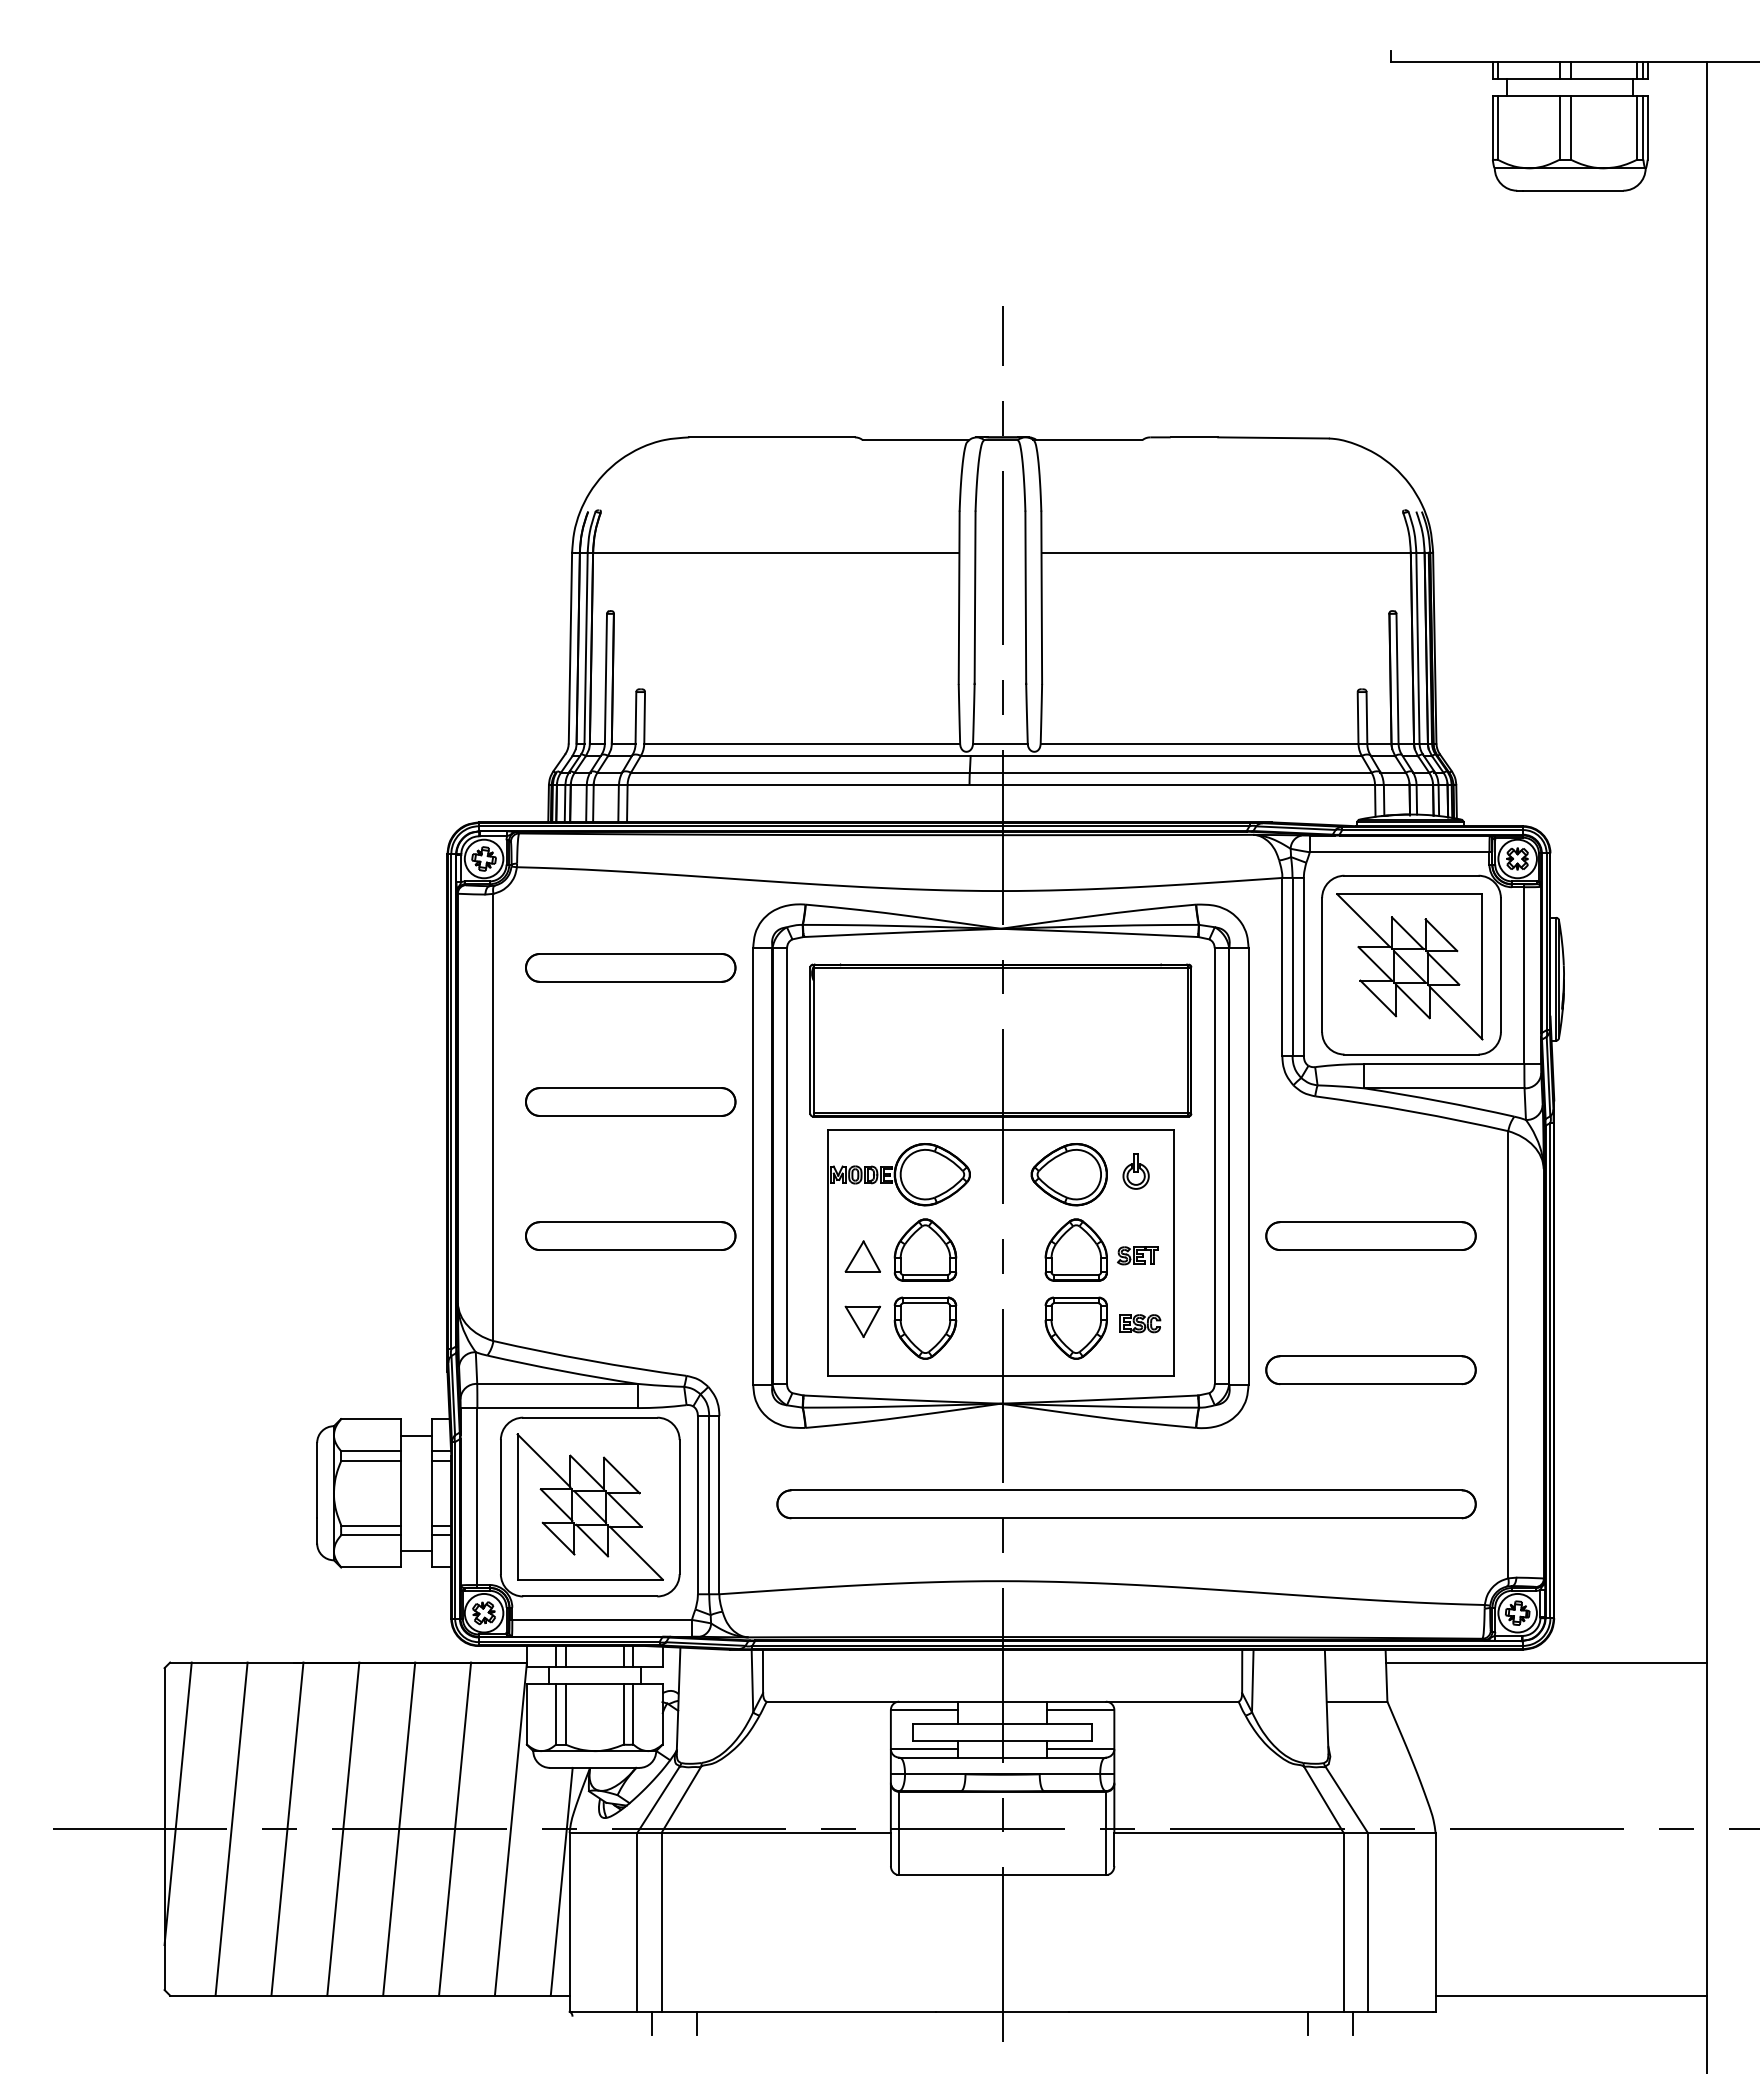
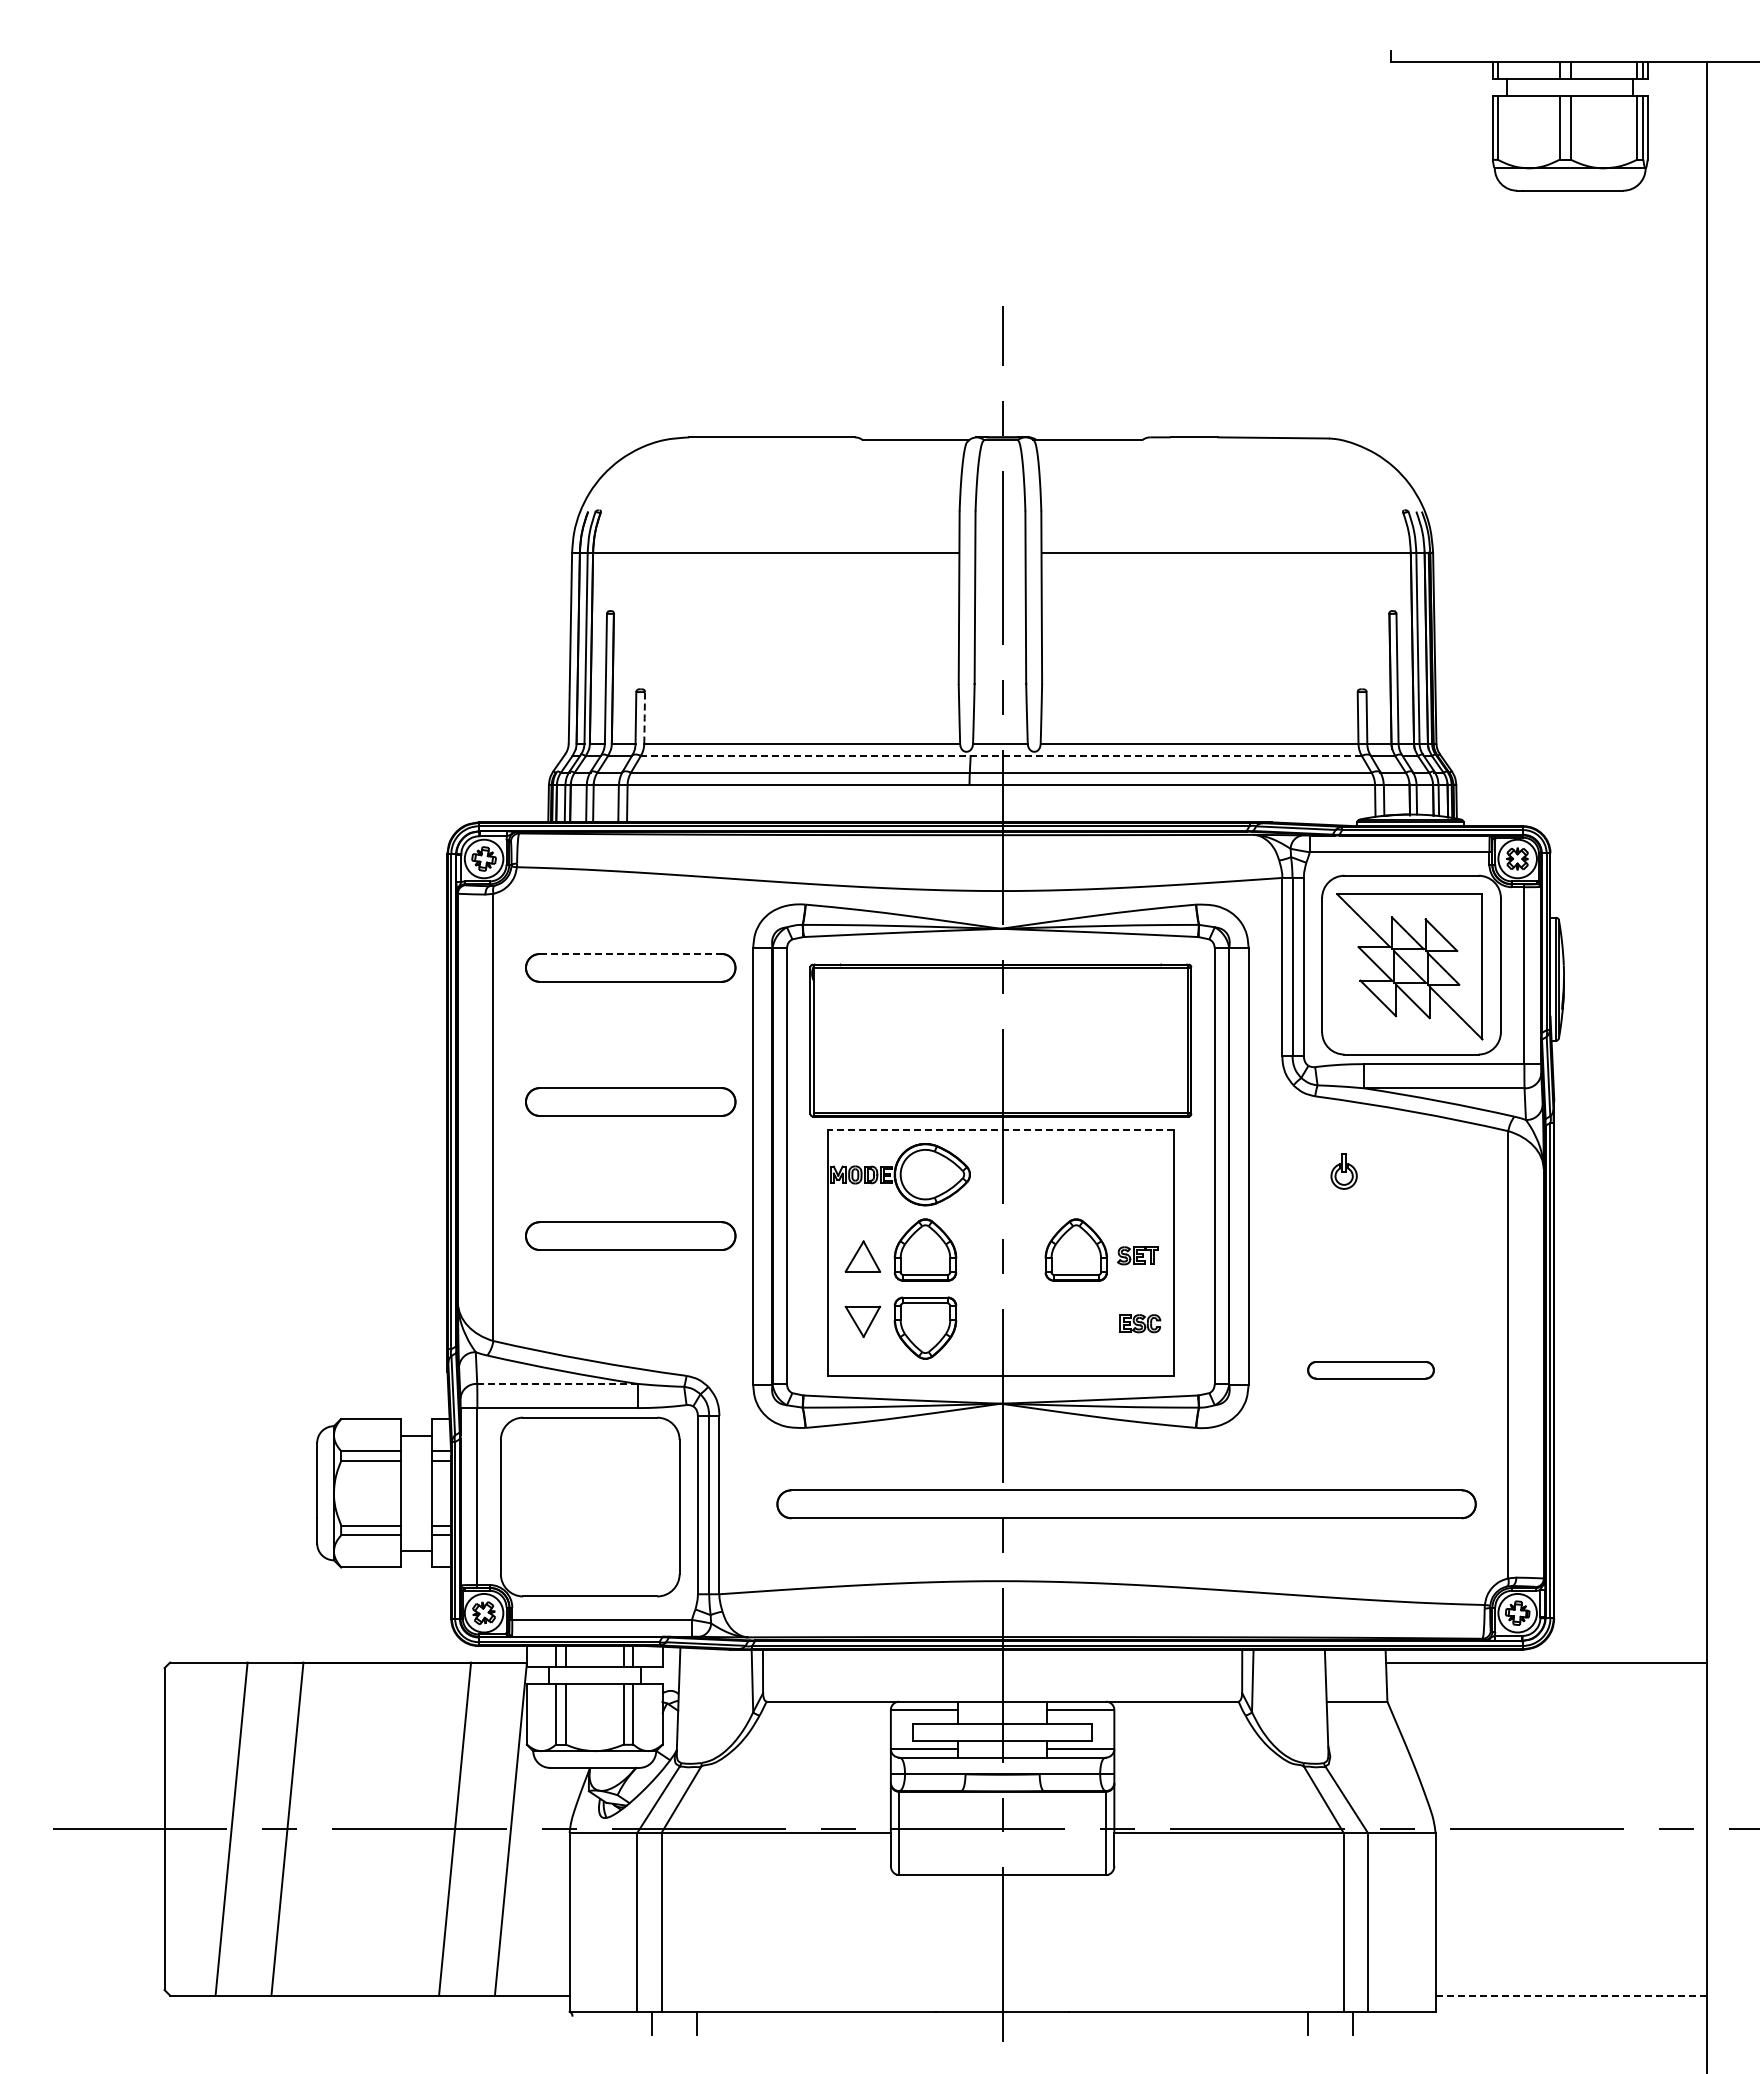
line at (644, 718): solid -> dashed
line at (1000, 755): solid -> dashed
line at (630, 953): solid -> dashed
line at (1000, 1129): solid -> dashed
part at (1135, 1171) position: (1135, 1171) -> (1343, 1171)
part at (1068, 1174): present -> none
part at (1370, 1235): present -> none
part at (1075, 1327): present -> none
part at (1370, 1370) size: 212x31 px -> 128x19 px
line at (557, 1383): solid -> dashed
part at (589, 1506): present -> none
line at (177, 1803): present -> none
line at (343, 1828): present -> none
line at (399, 1828): present -> none
line at (561, 1881): present -> none
line at (1571, 1995): solid -> dashed
